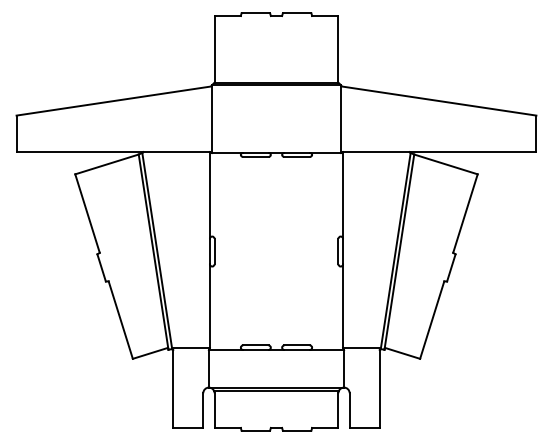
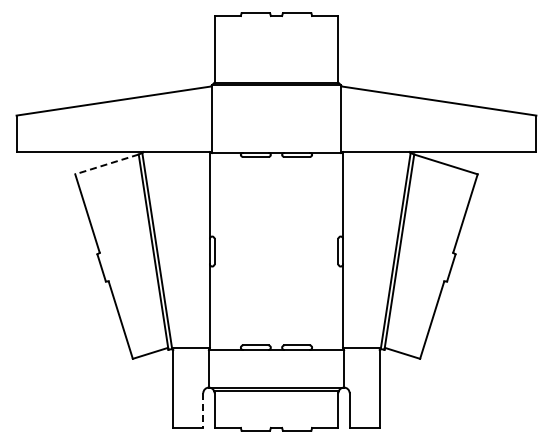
line at (106, 164): solid -> dashed
line at (203, 411): solid -> dashed
